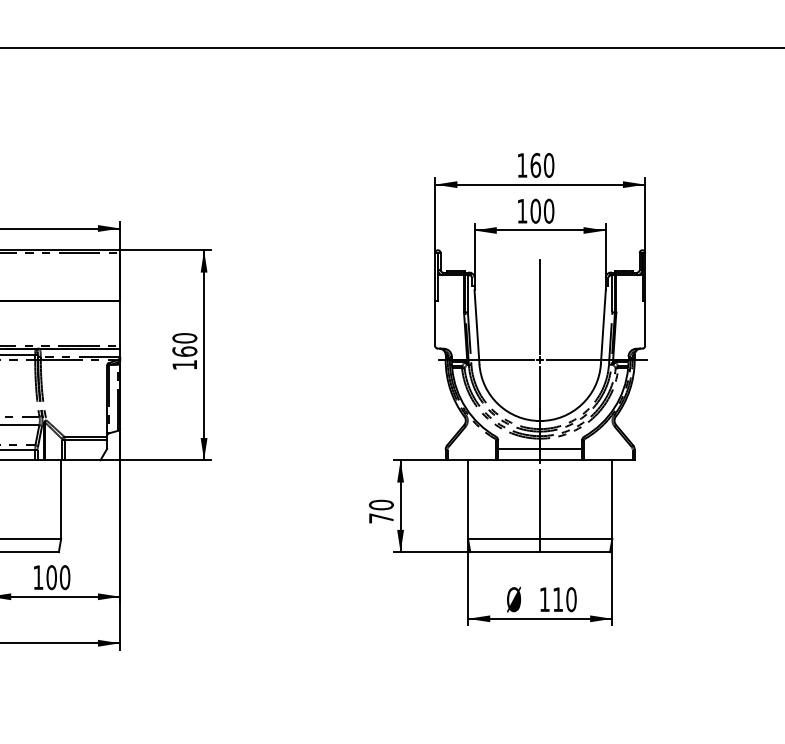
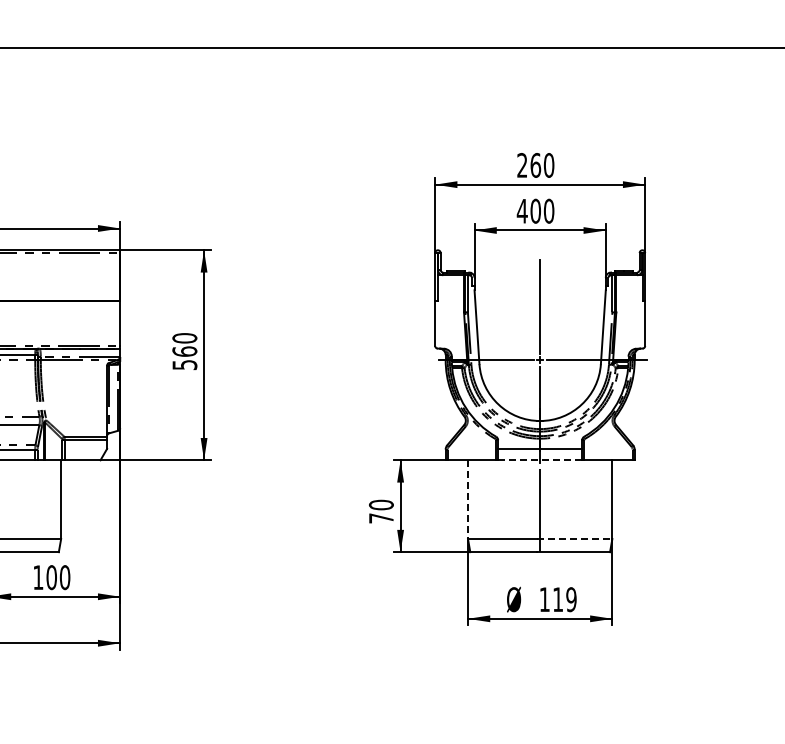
text at (522, 165): 160 -> 260
text at (521, 211): 100 -> 400
text at (184, 365): 160 -> 560
line at (539, 460): solid -> dashed
line at (467, 500): solid -> dashed
line at (574, 539): solid -> dashed
text at (571, 599): 110 -> 119
